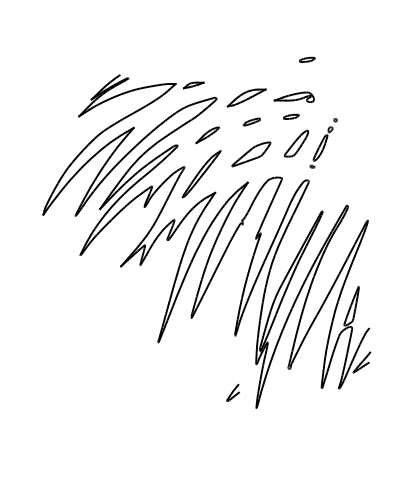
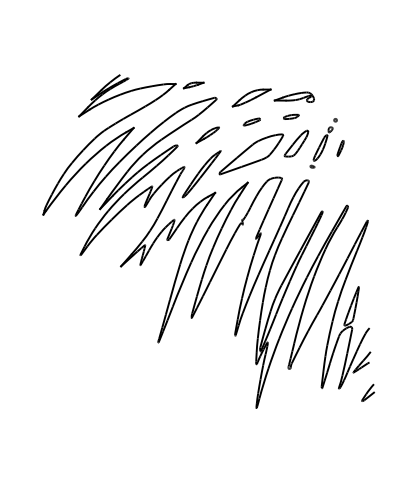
part at (307, 59): present -> none
part at (246, 97) position: (246, 97) -> (251, 97)
part at (340, 148): none -> present
part at (251, 154) size: 41x27 px -> 67x43 px
part at (232, 392) position: (232, 392) -> (367, 392)
